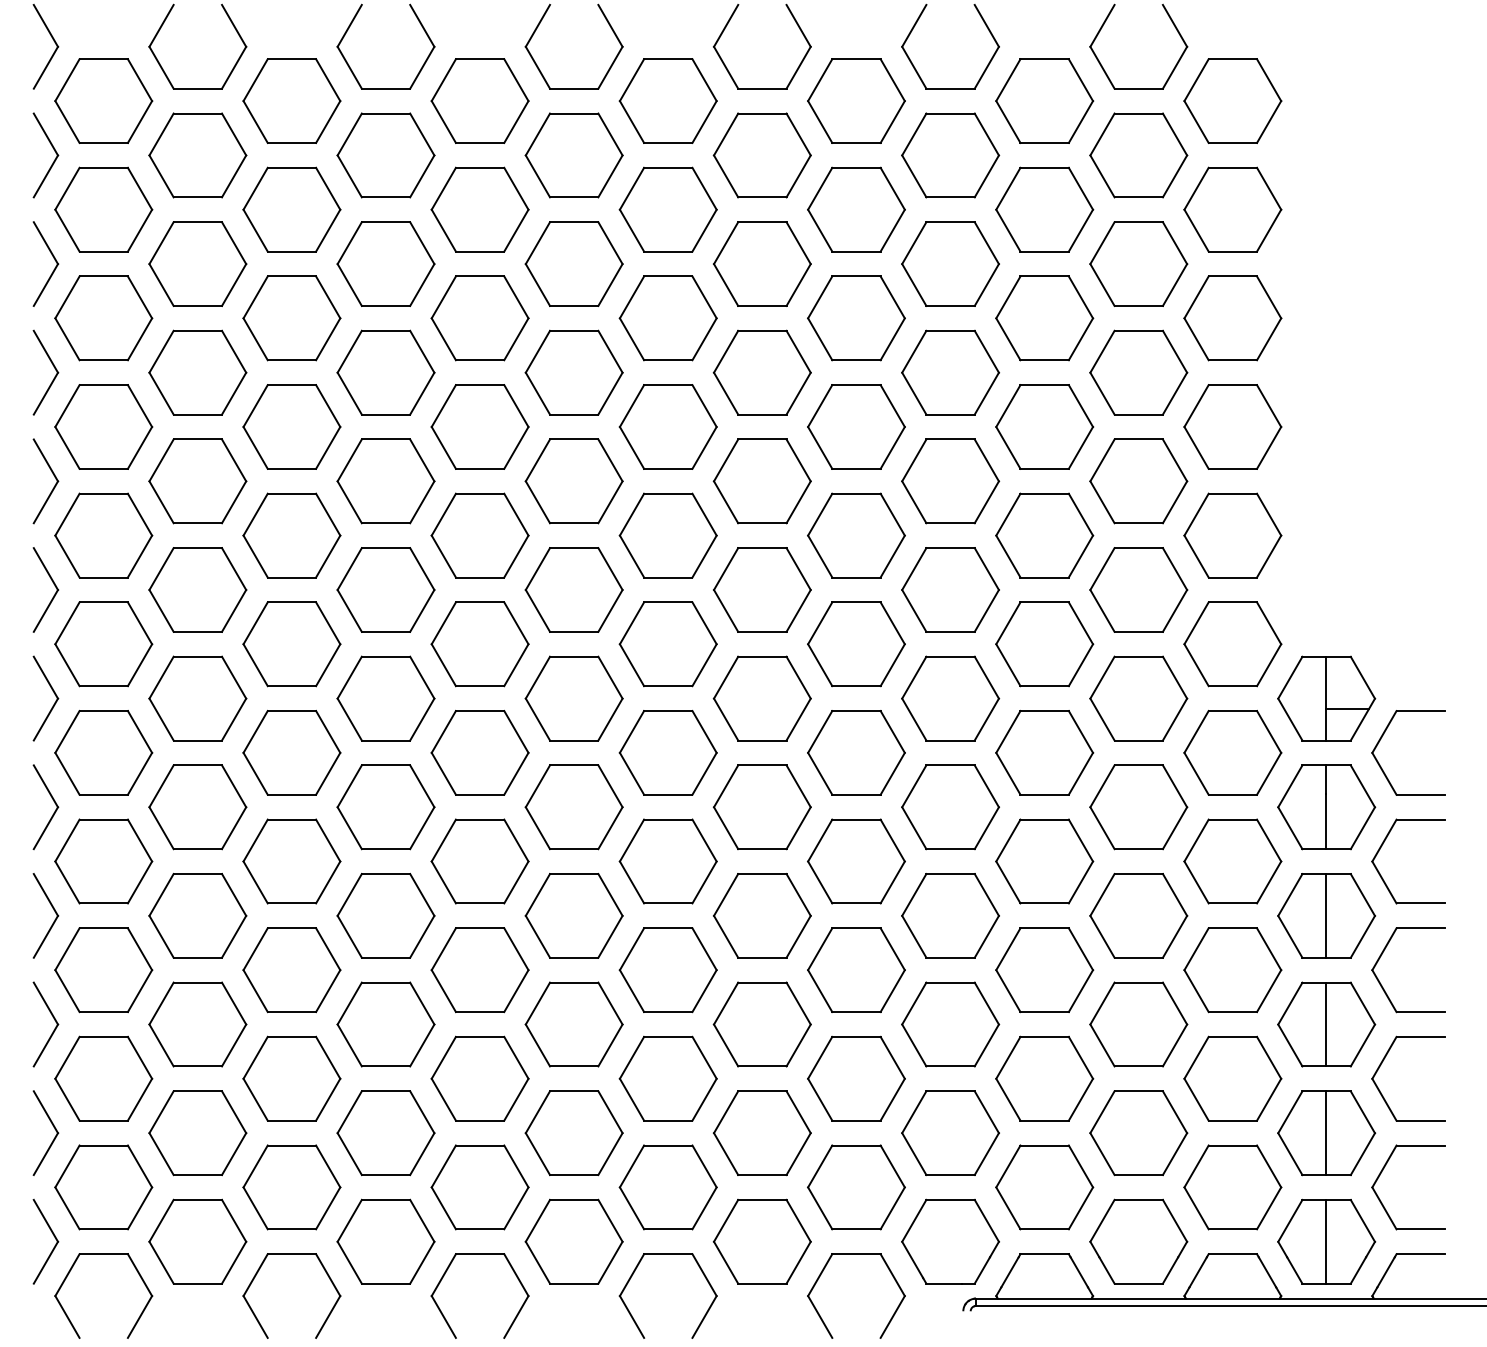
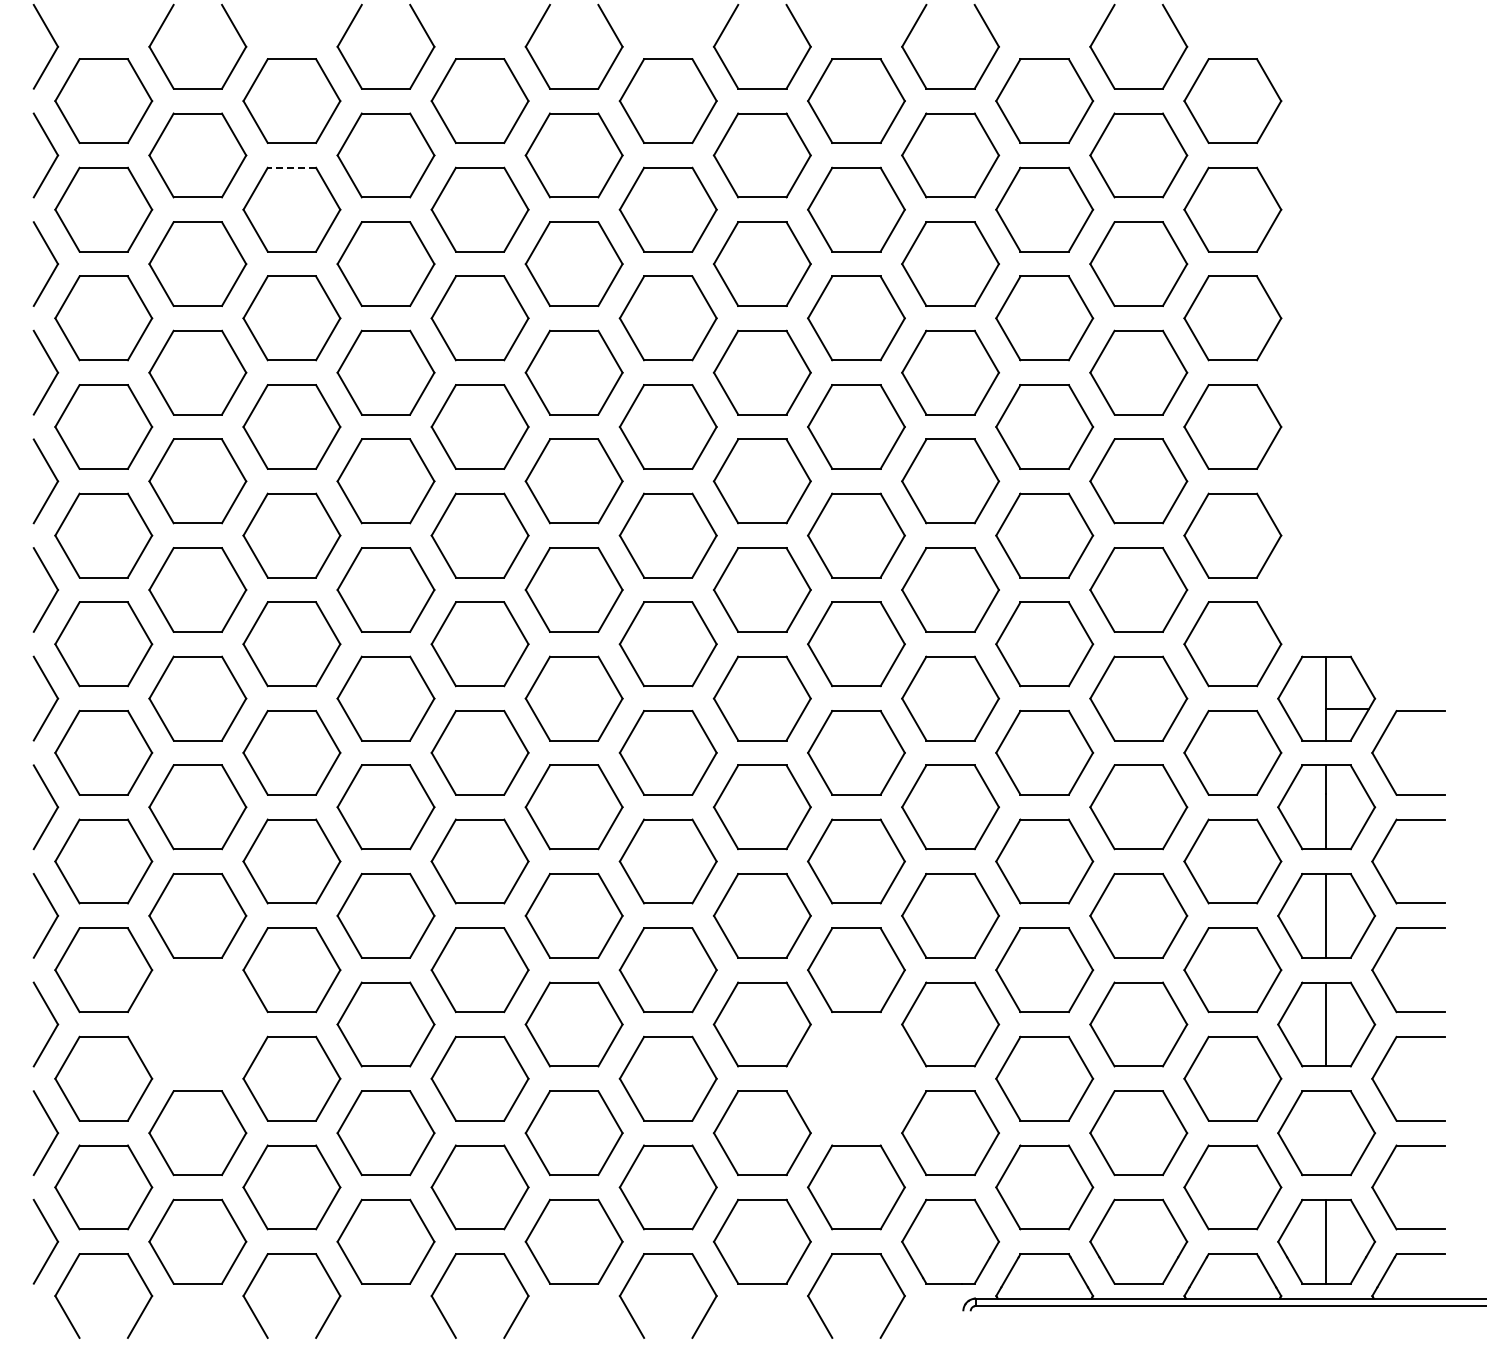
line at (291, 167): solid -> dashed
part at (197, 1024): present -> none
part at (856, 1078): present -> none
line at (1325, 1133): present -> none
